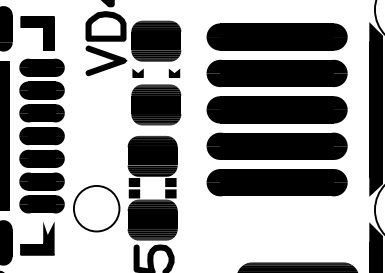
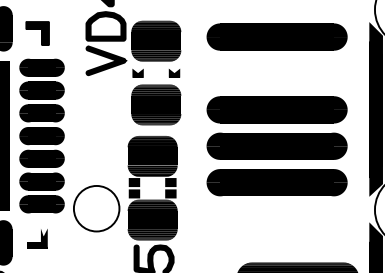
part at (37, 33) size: 35x35 px -> 25x25 px
part at (276, 72): present -> none
part at (37, 238) size: 35x34 px -> 21x20 px
